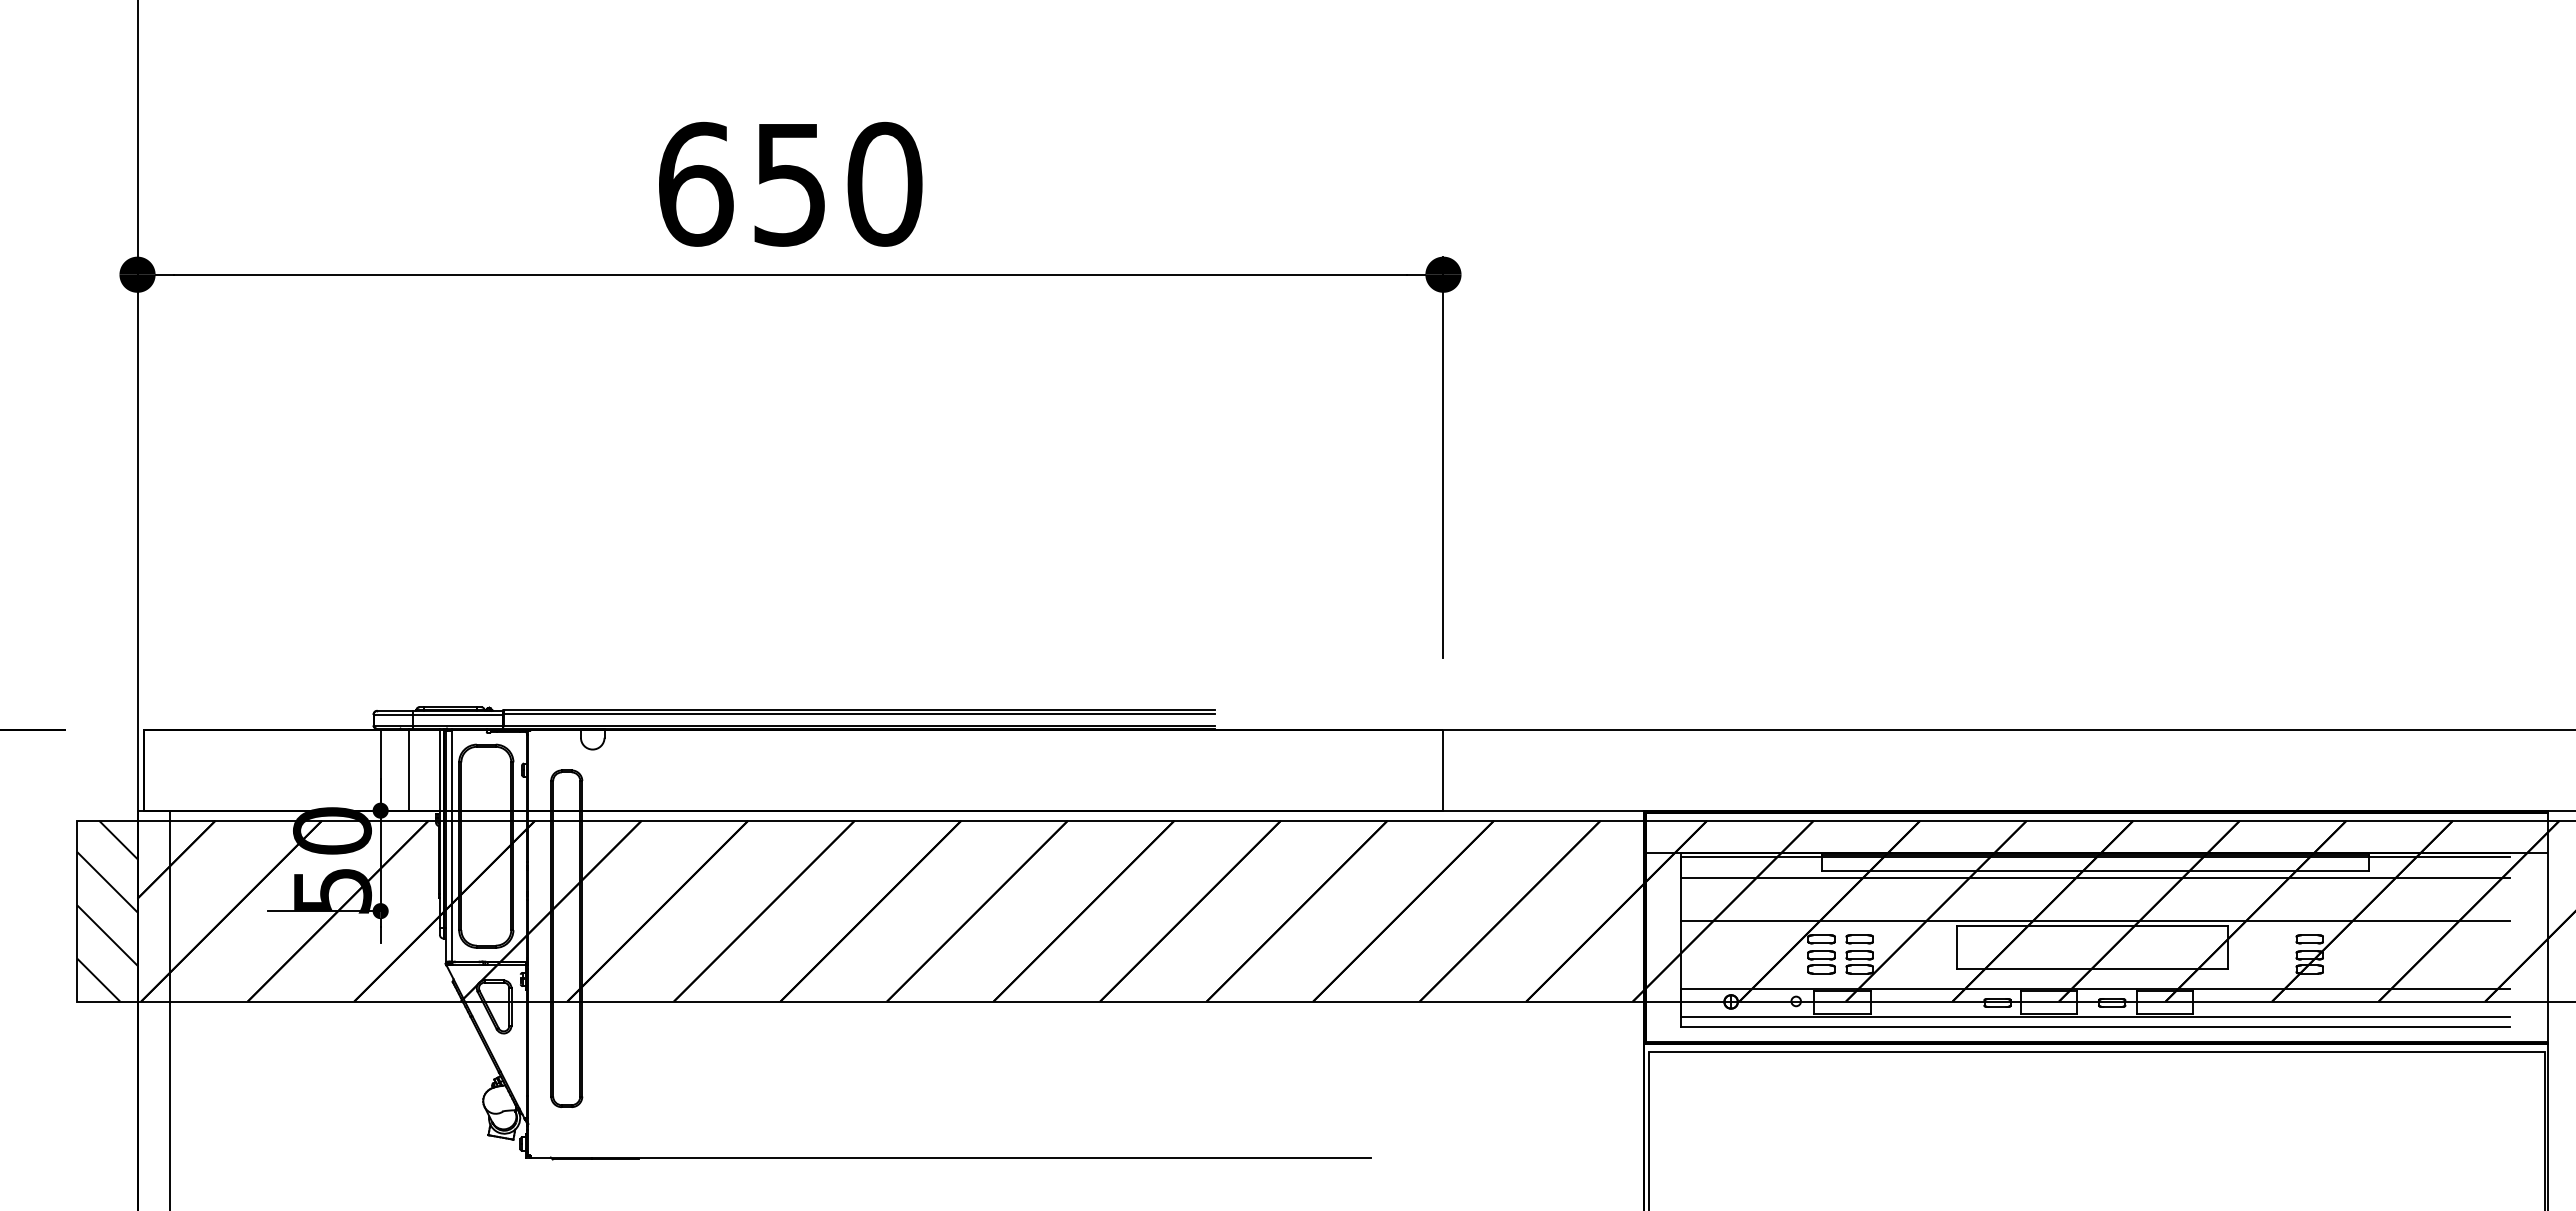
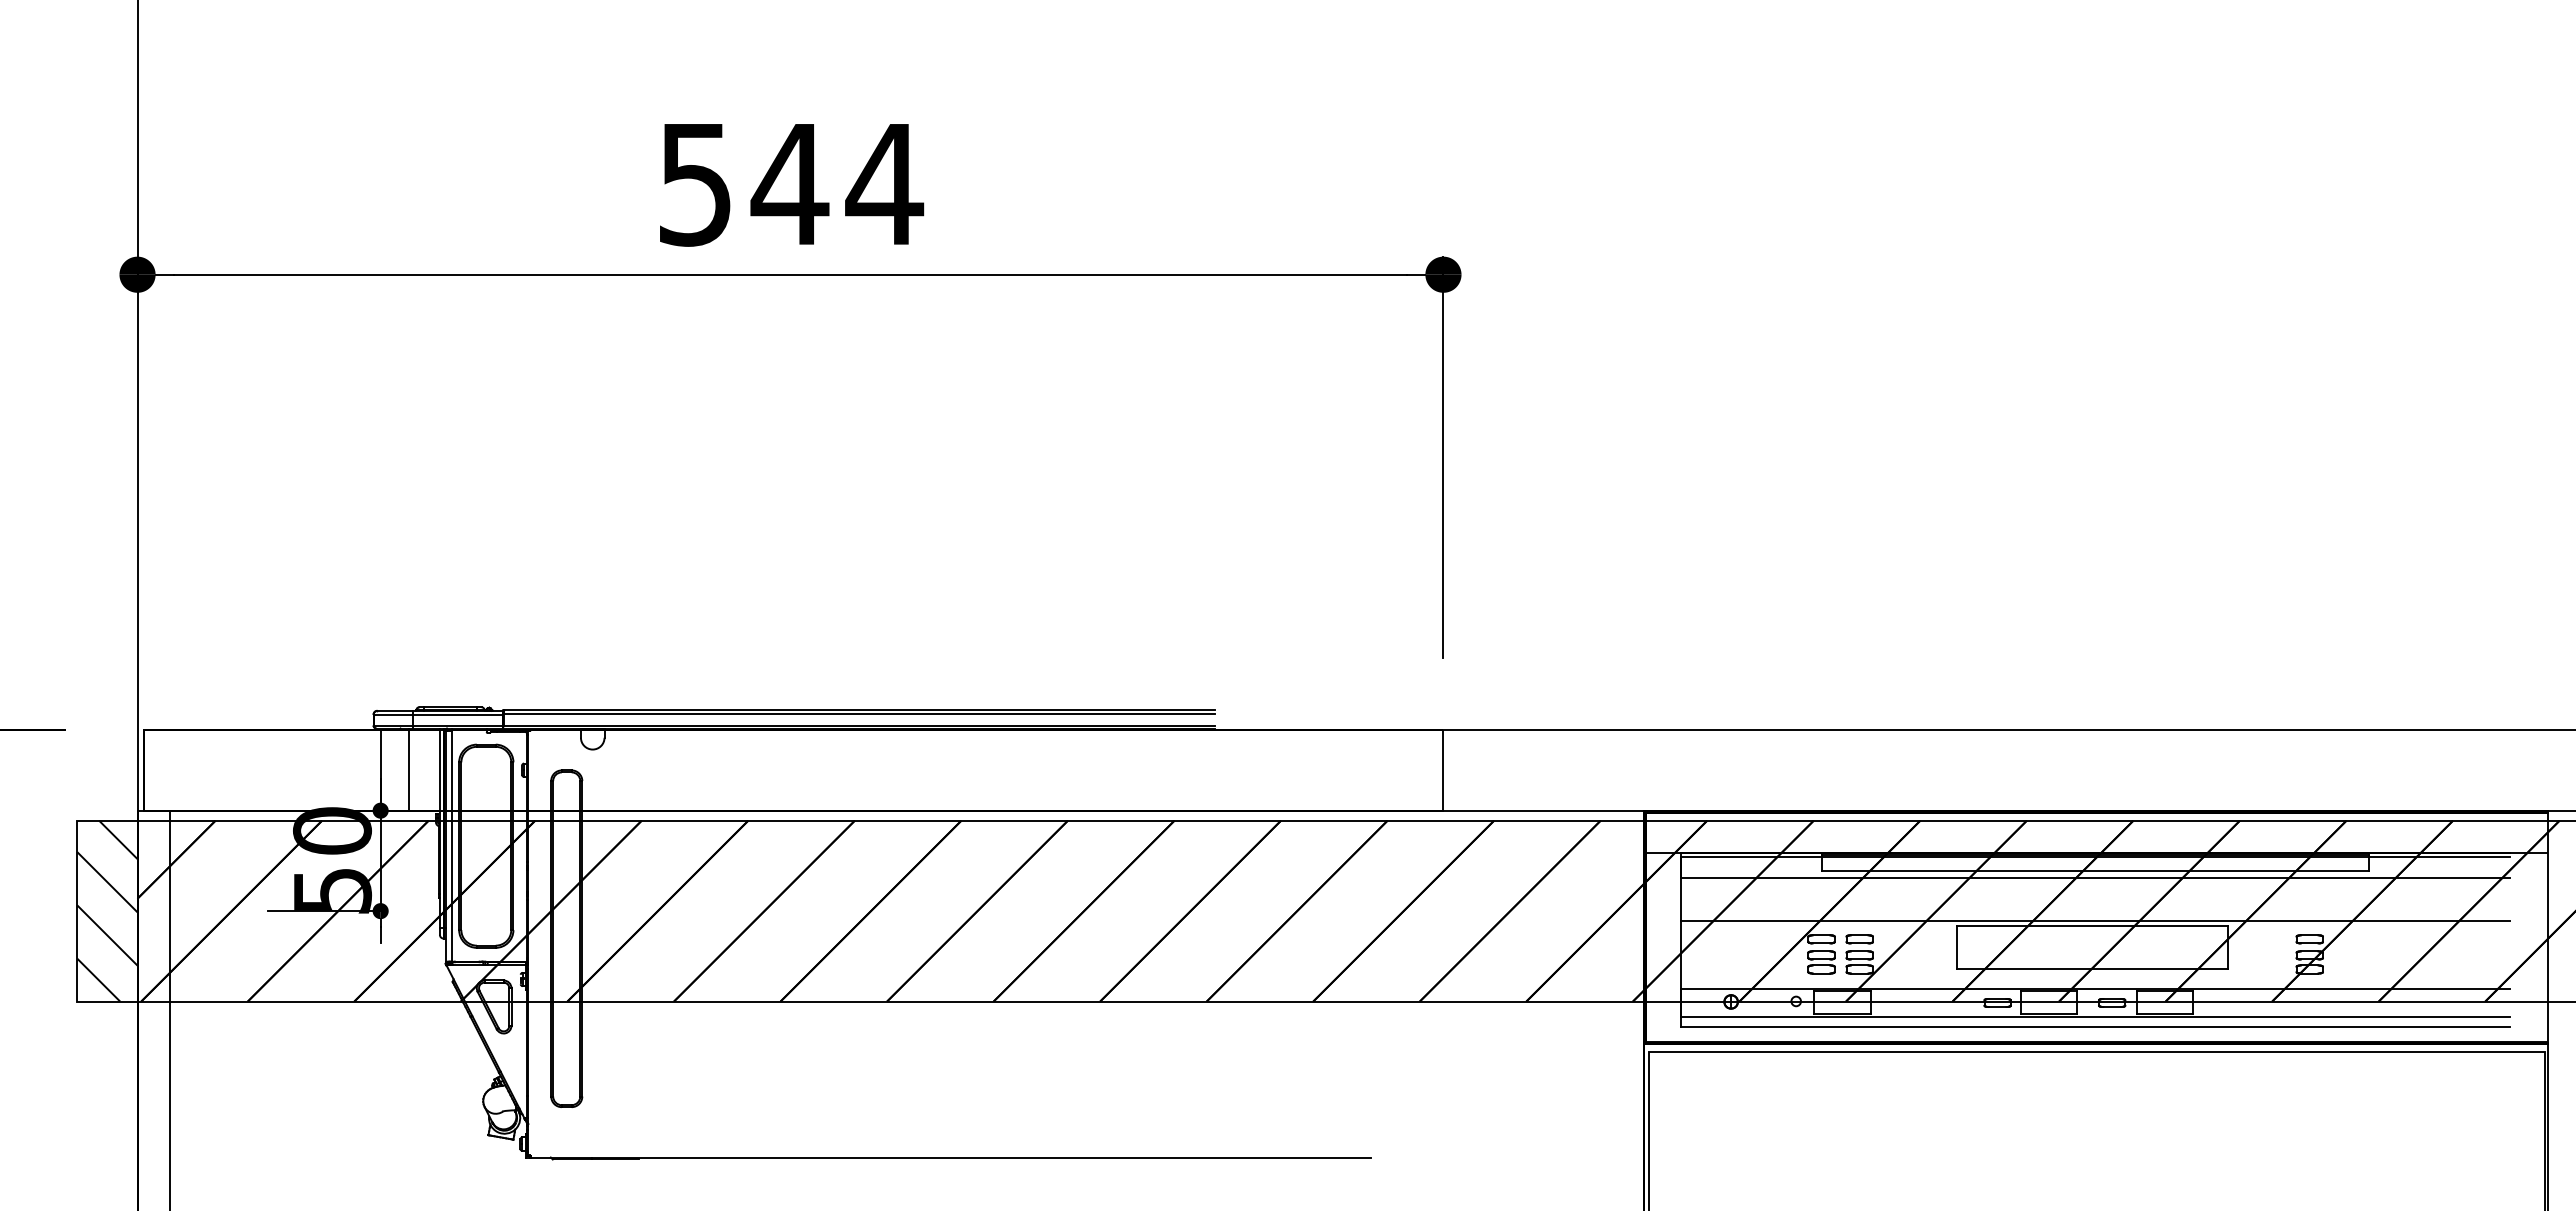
text at (791, 183): 650 -> 544
